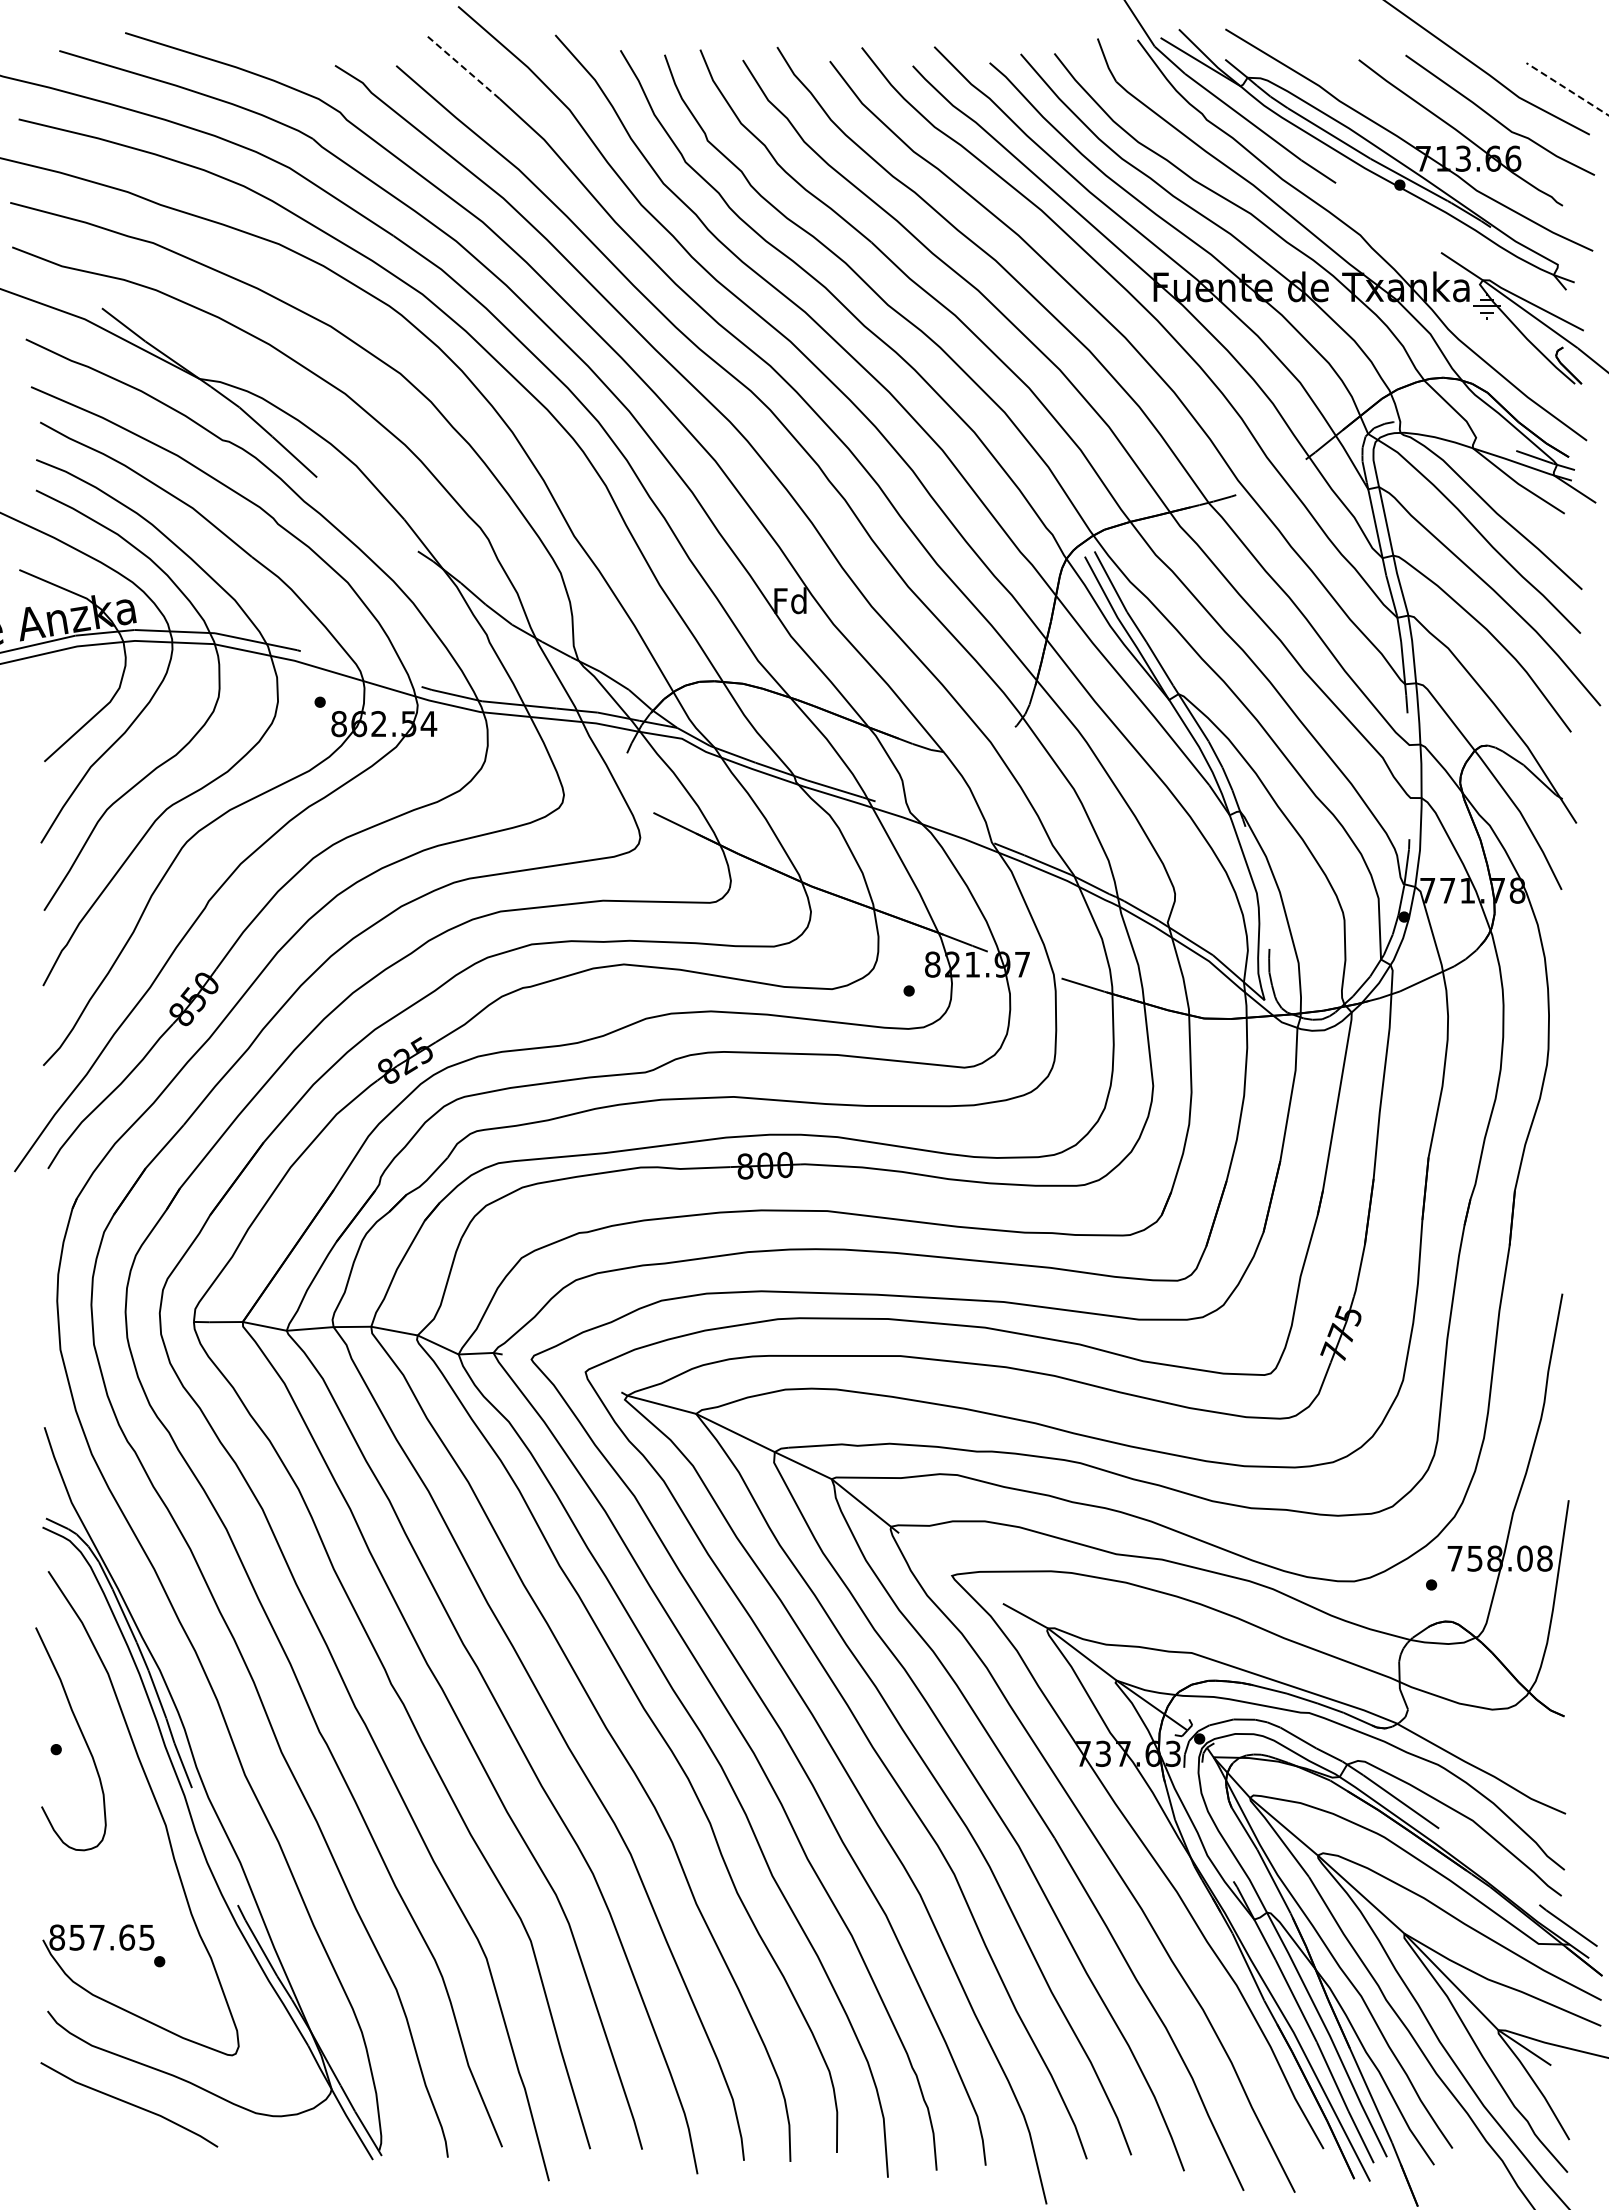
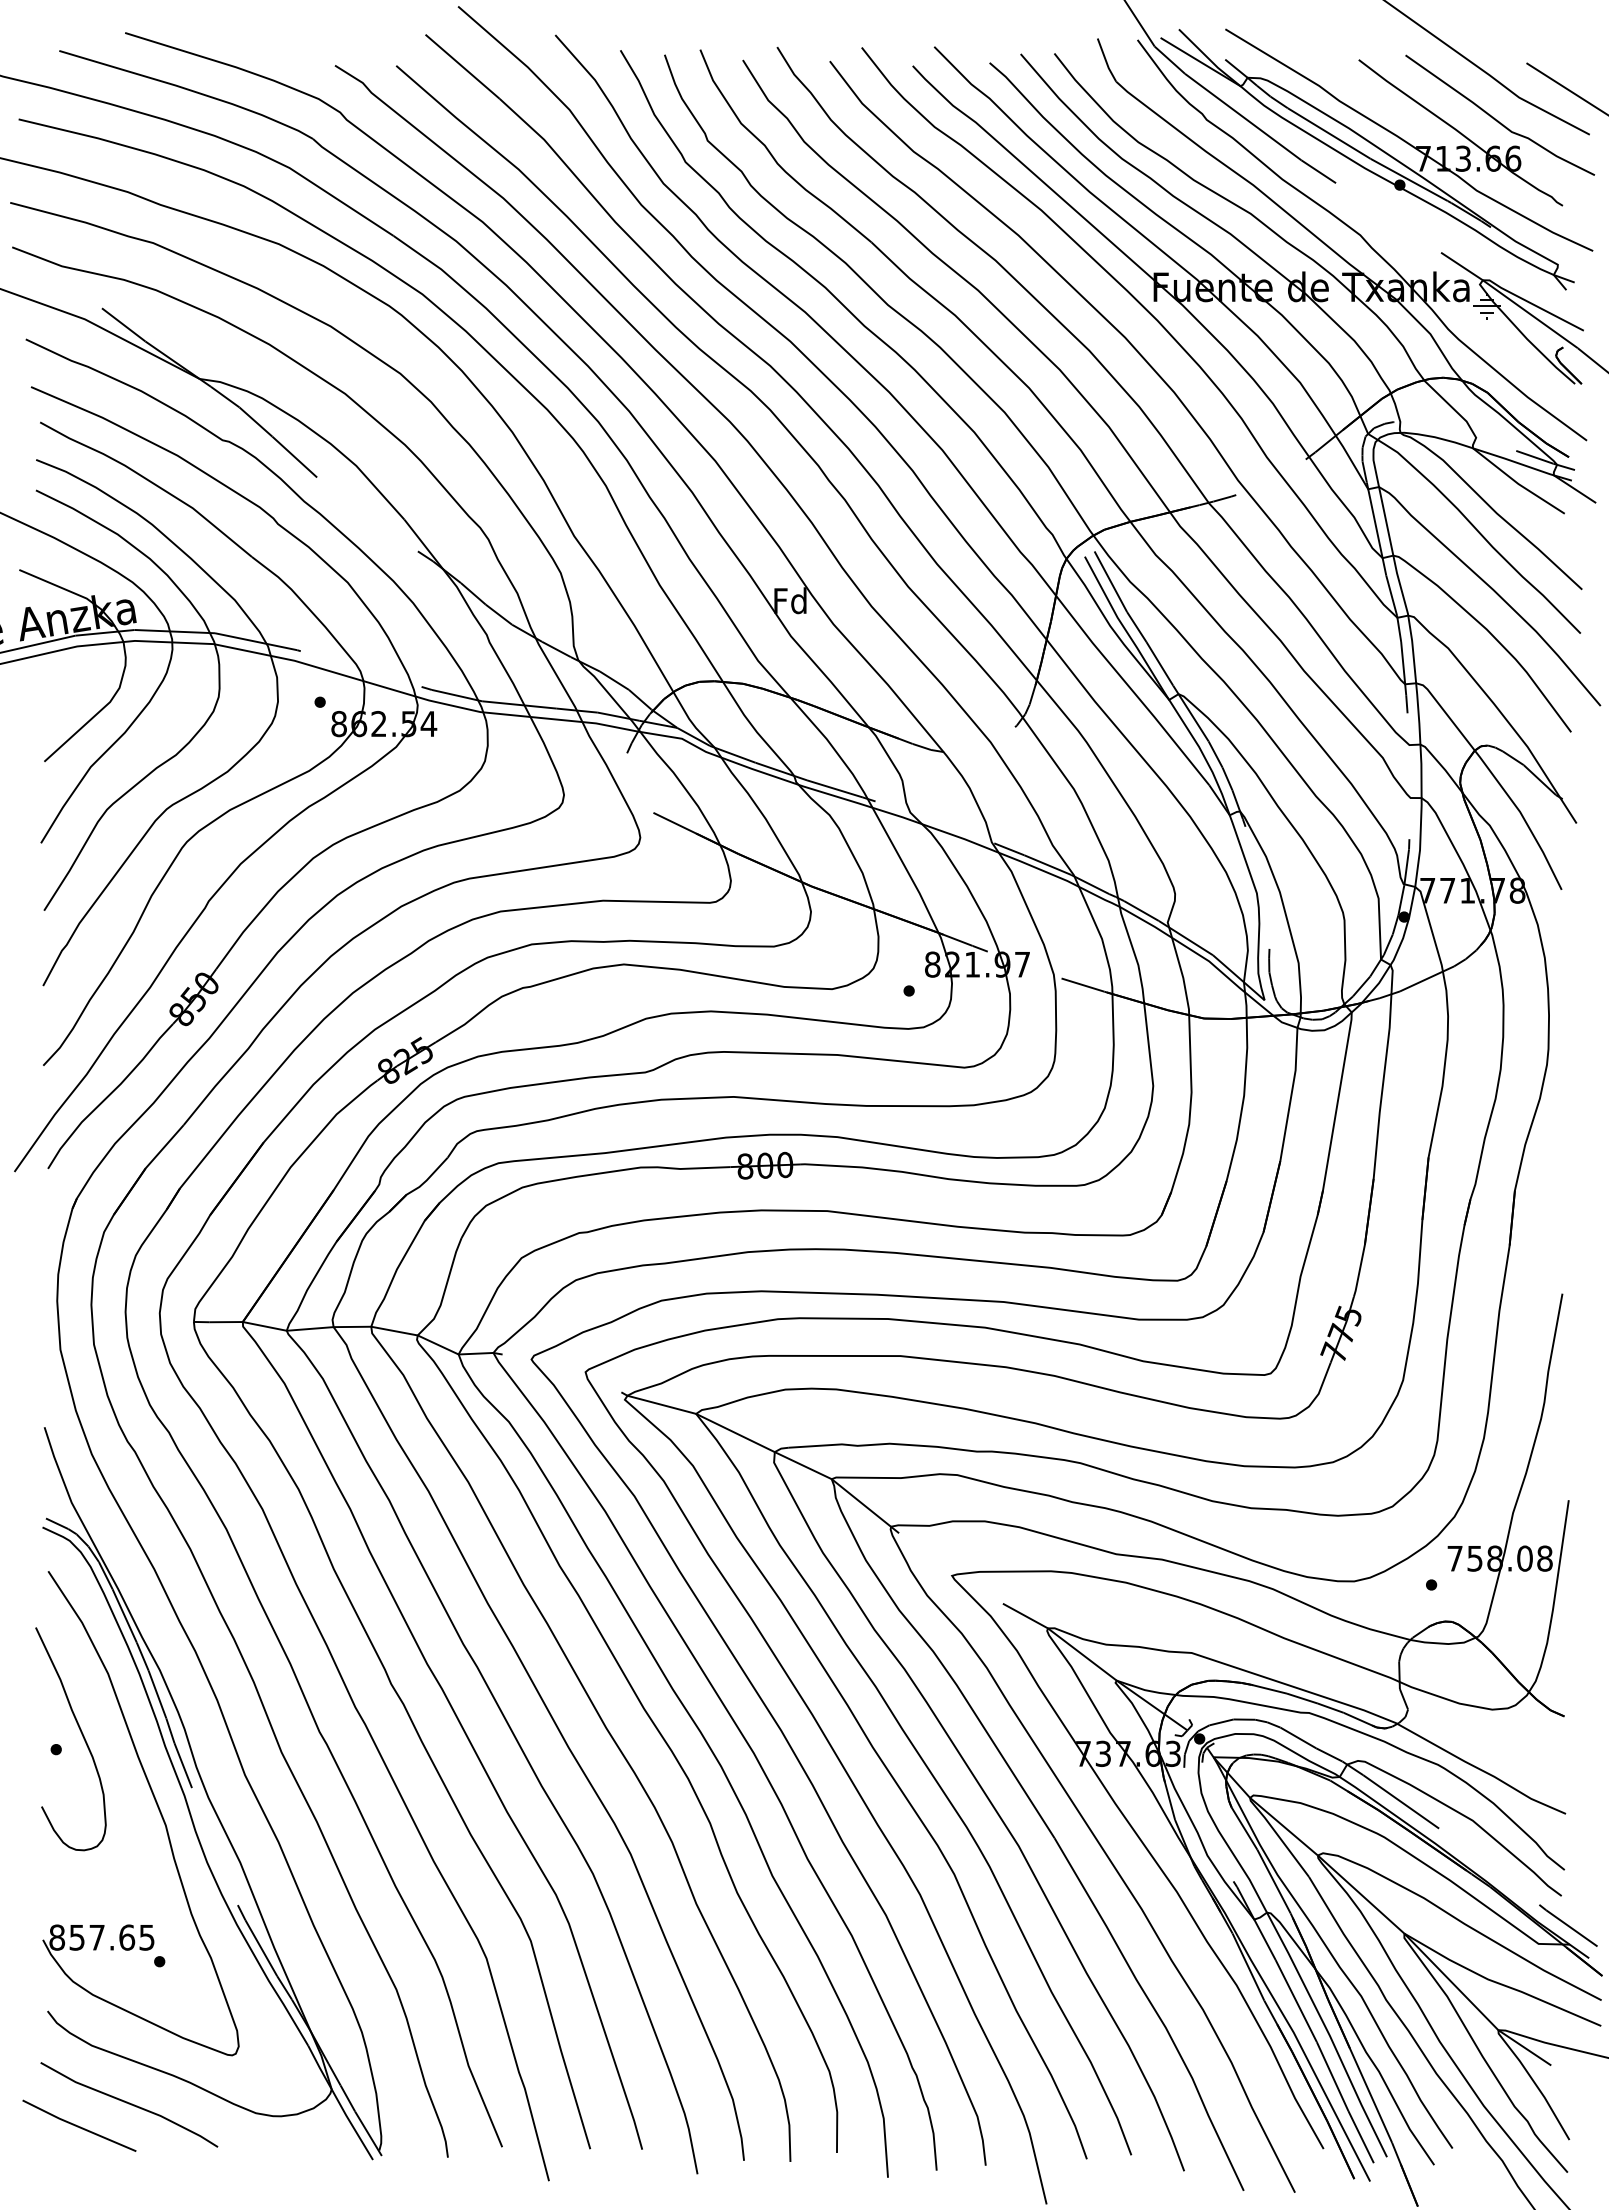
line at (462, 66): dashed -> solid
line at (1567, 89): dashed -> solid
line at (78, 2125): none -> present
